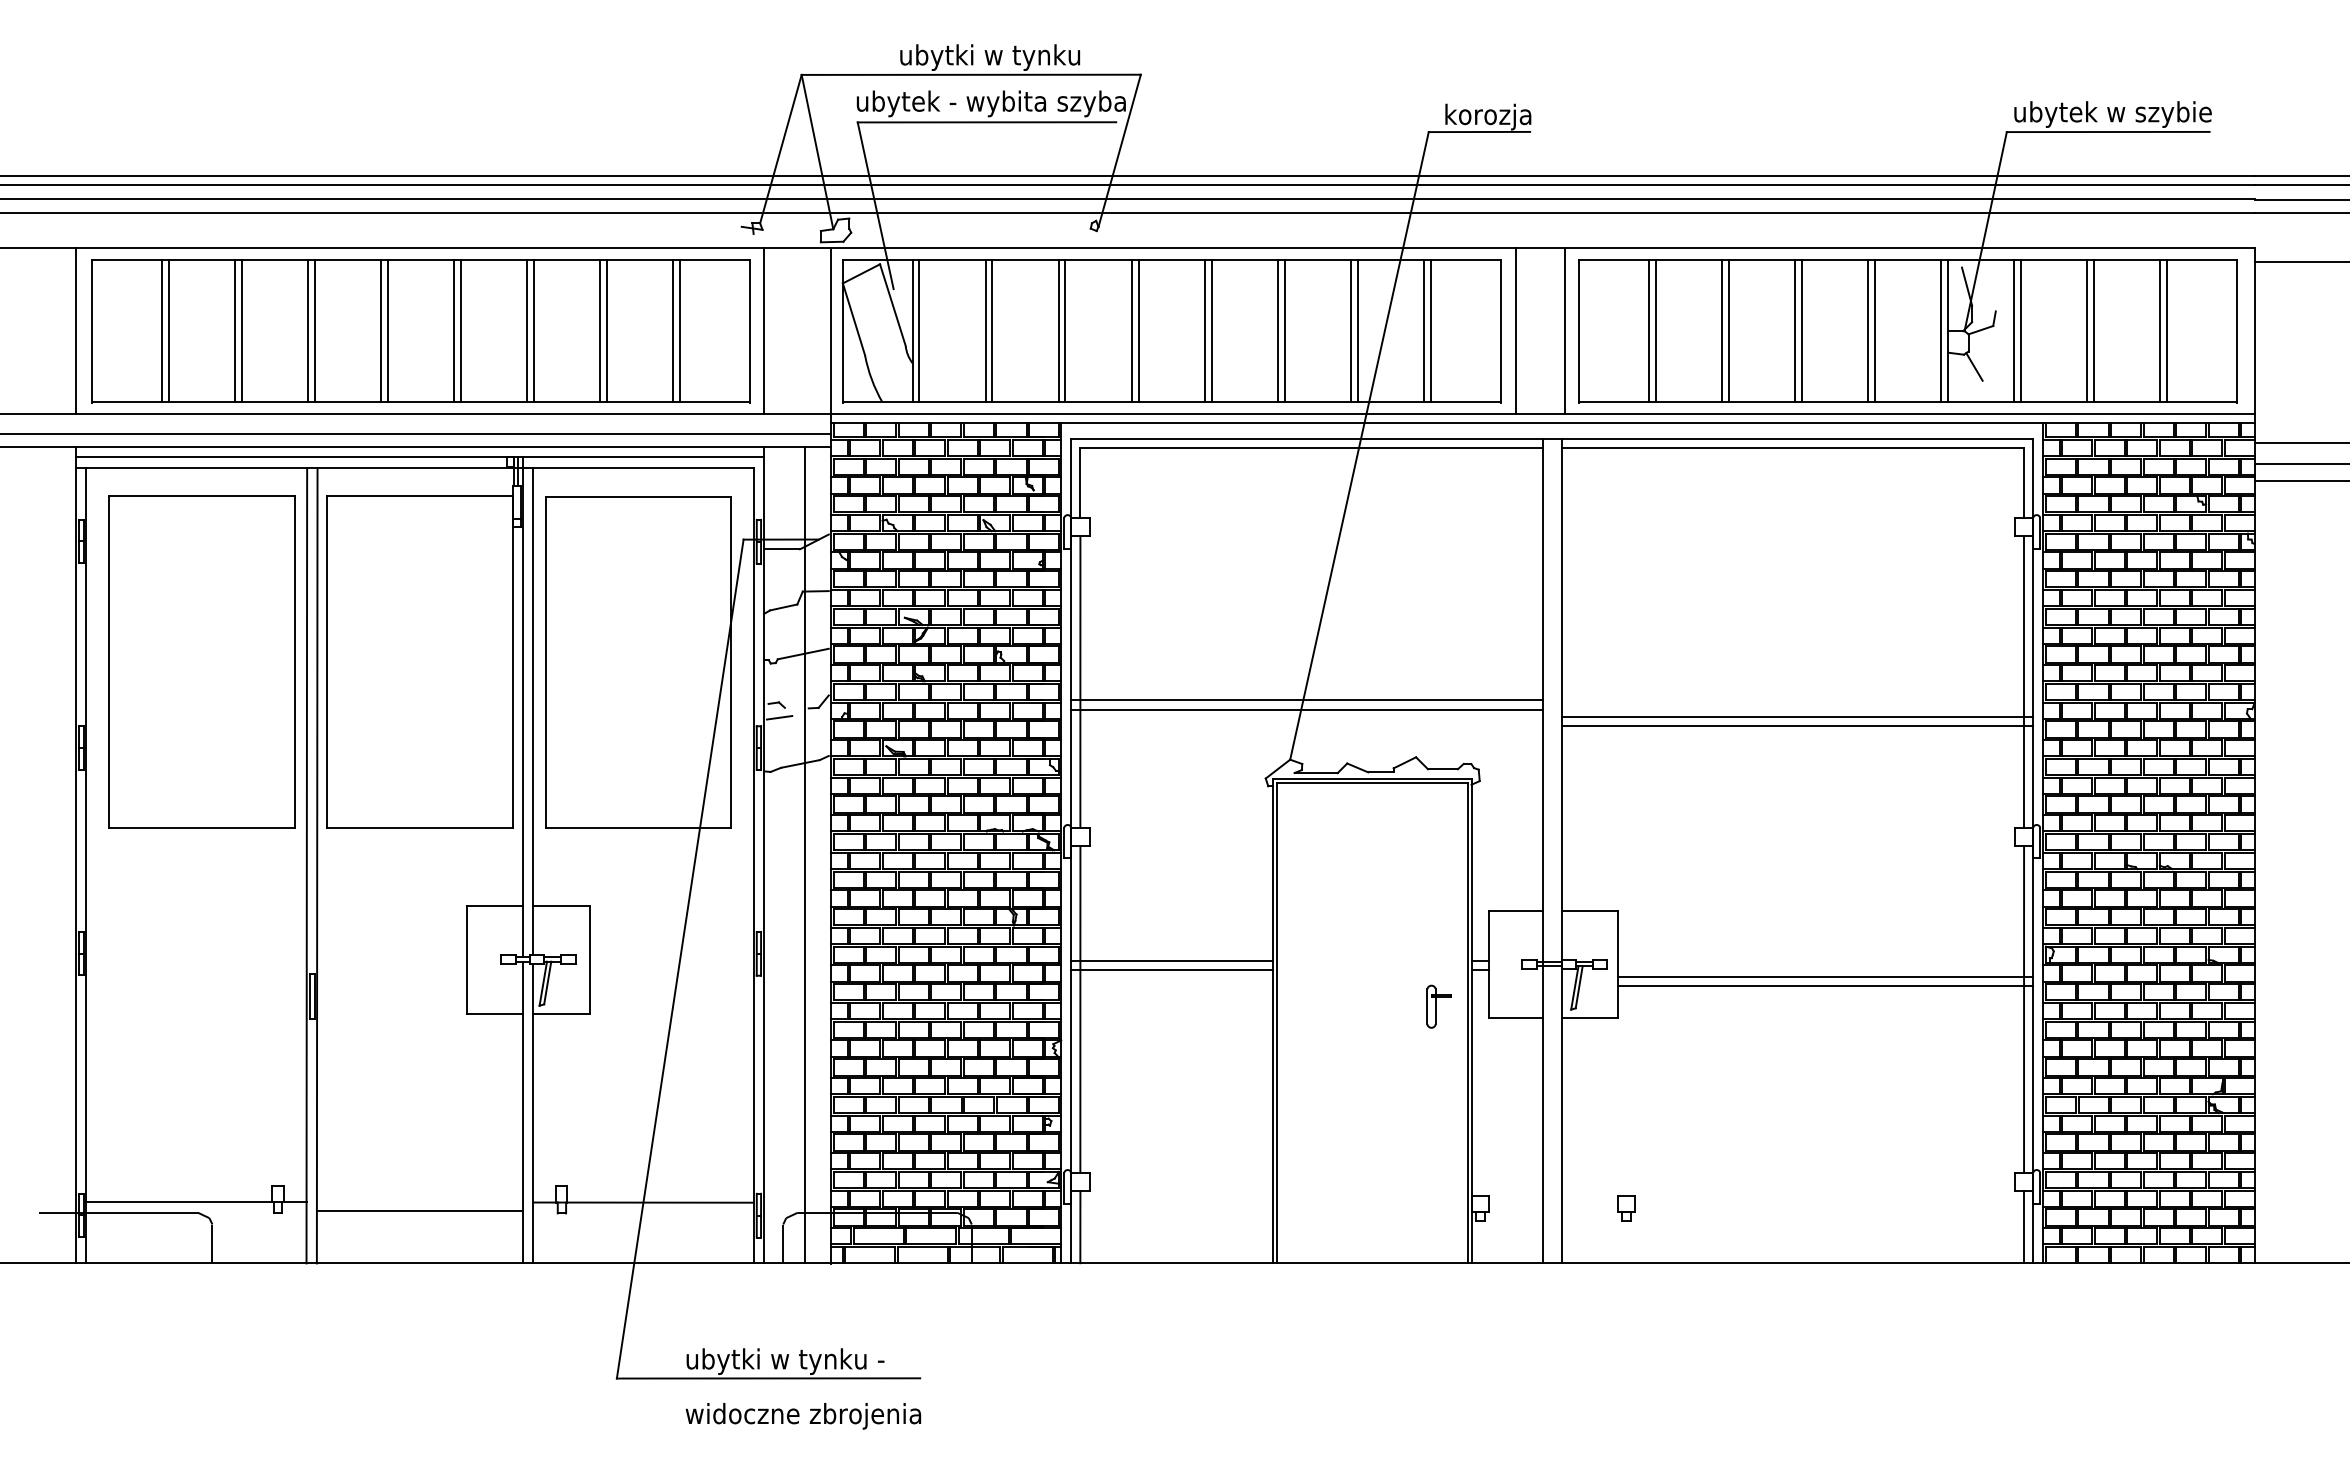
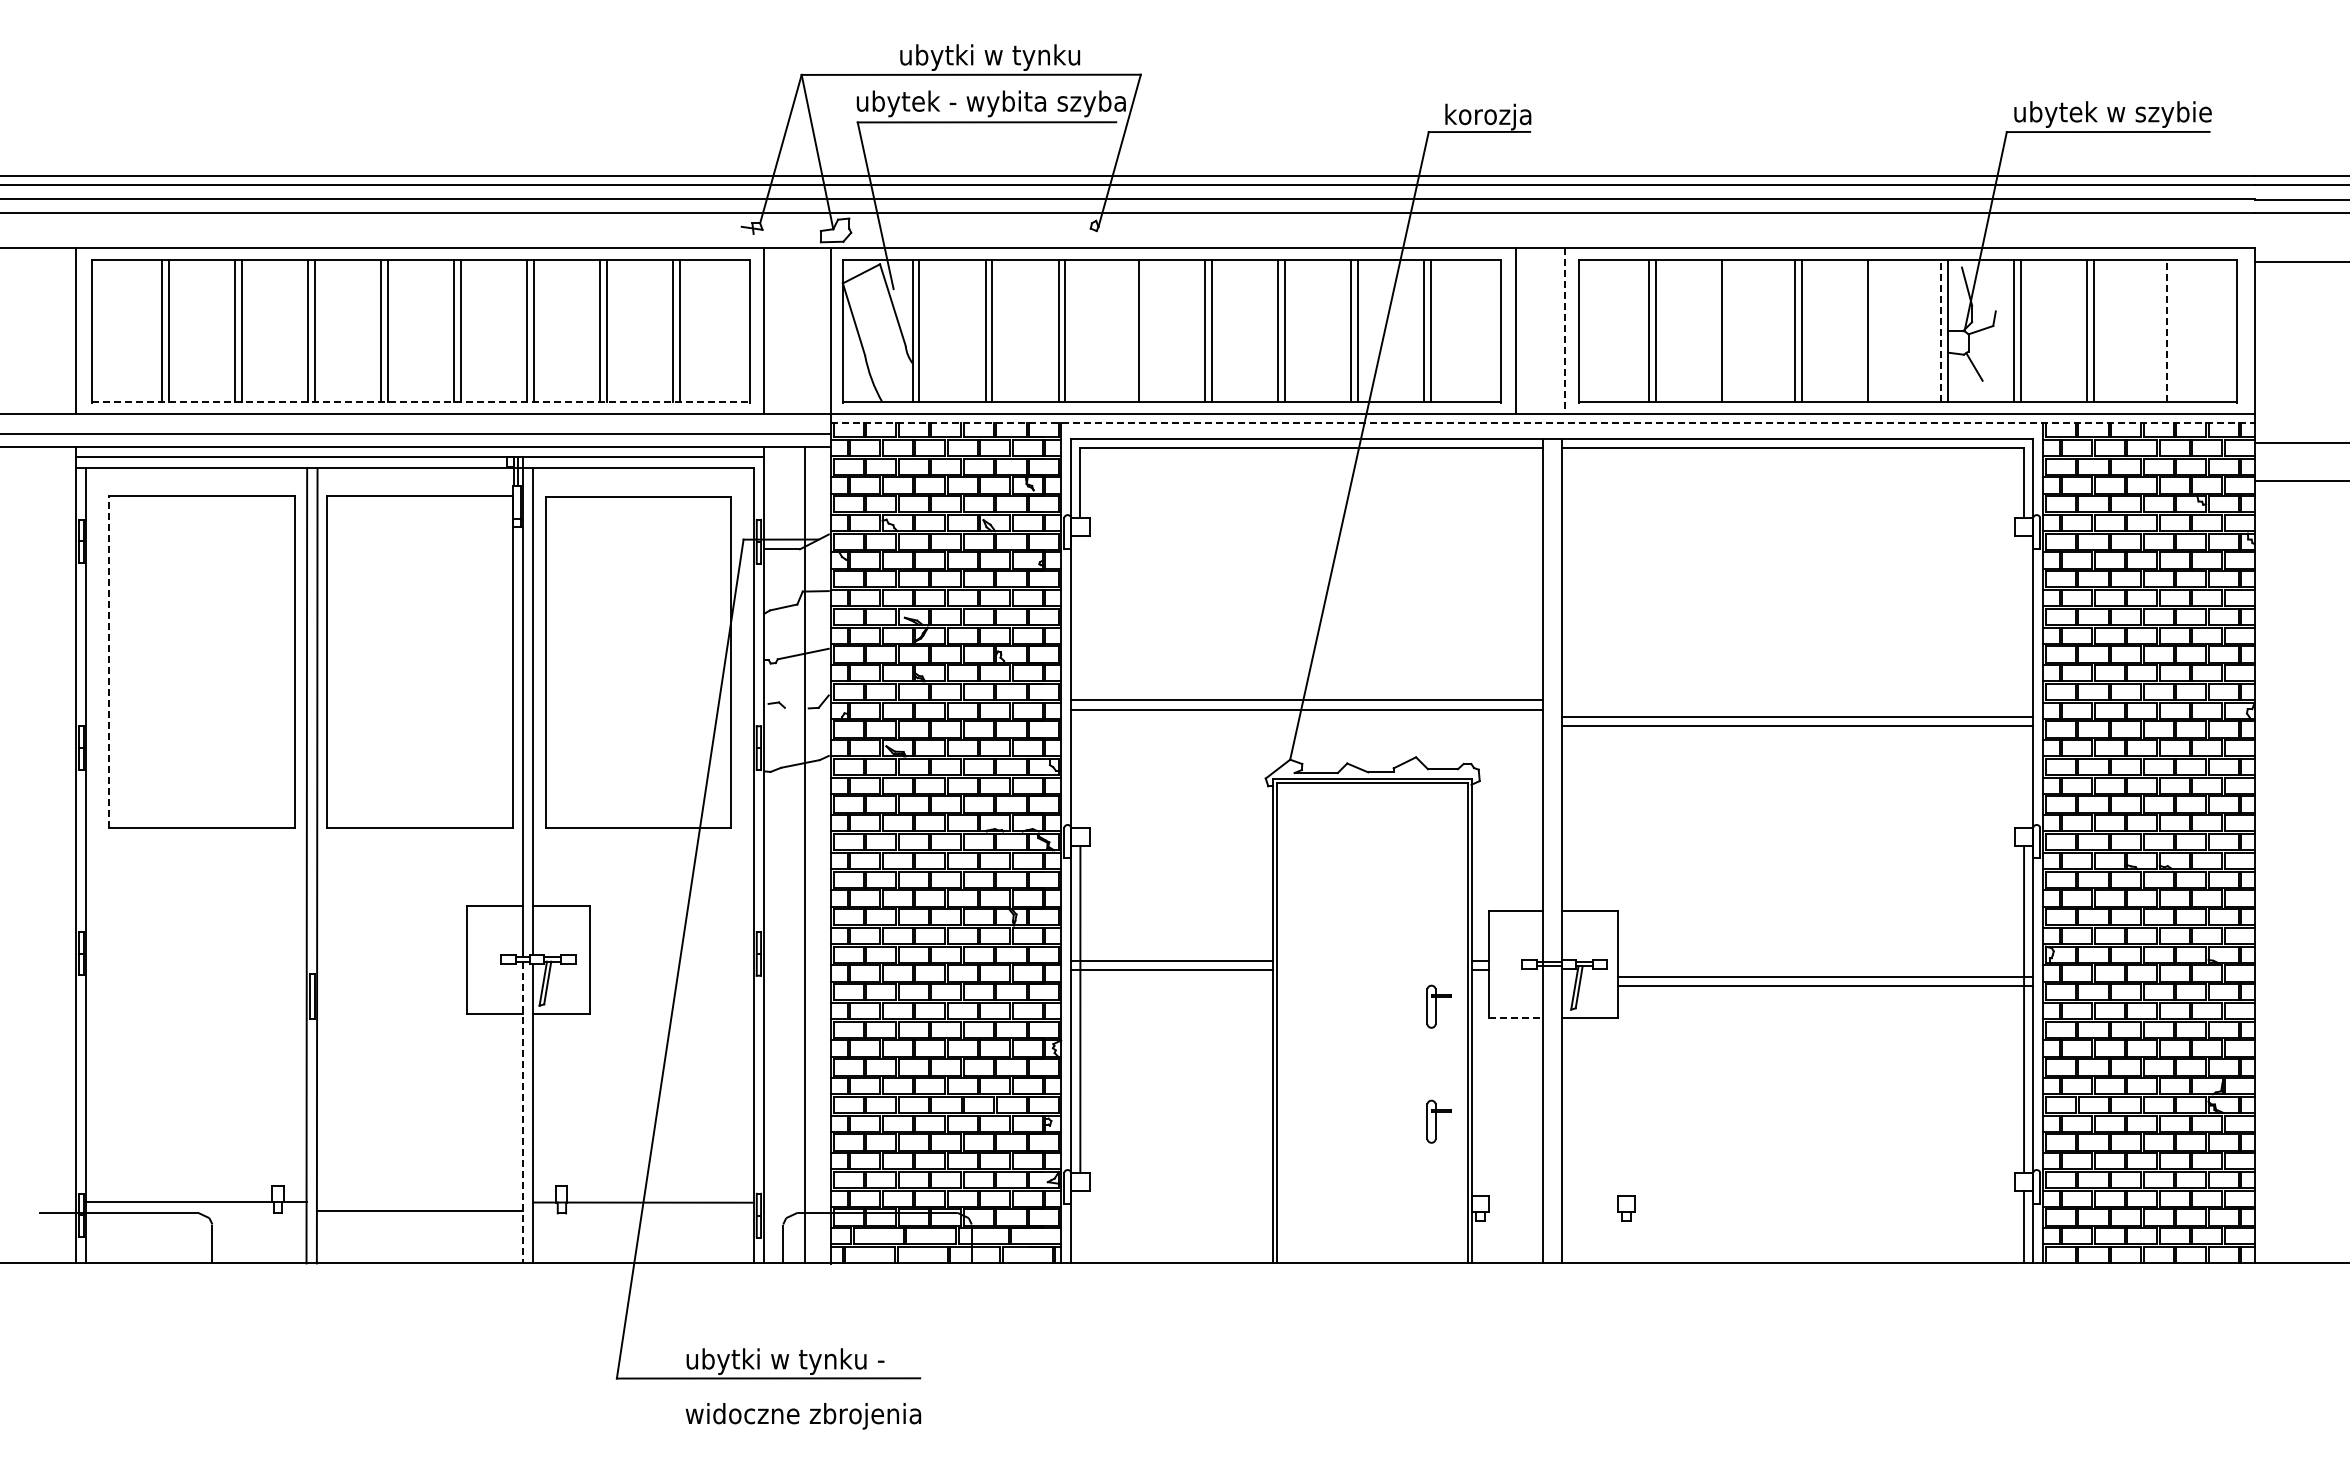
line at (1131, 330): present -> none
line at (1728, 330): present -> none
line at (1875, 330): present -> none
line at (1941, 330): solid -> dashed
line at (2160, 330): present -> none
line at (2167, 330): solid -> dashed
line at (1565, 331): solid -> dashed
line at (420, 402): solid -> dashed
line at (1543, 423): solid -> dashed
line at (2300, 464): present -> none
line at (108, 662): solid -> dashed
line at (1080, 681): present -> none
line at (2024, 681): present -> none
line at (779, 717): present -> none
line at (1516, 1017): solid -> dashed
line at (522, 1112): solid -> dashed
part at (1438, 1121): none -> present
line at (1080, 1227): present -> none
